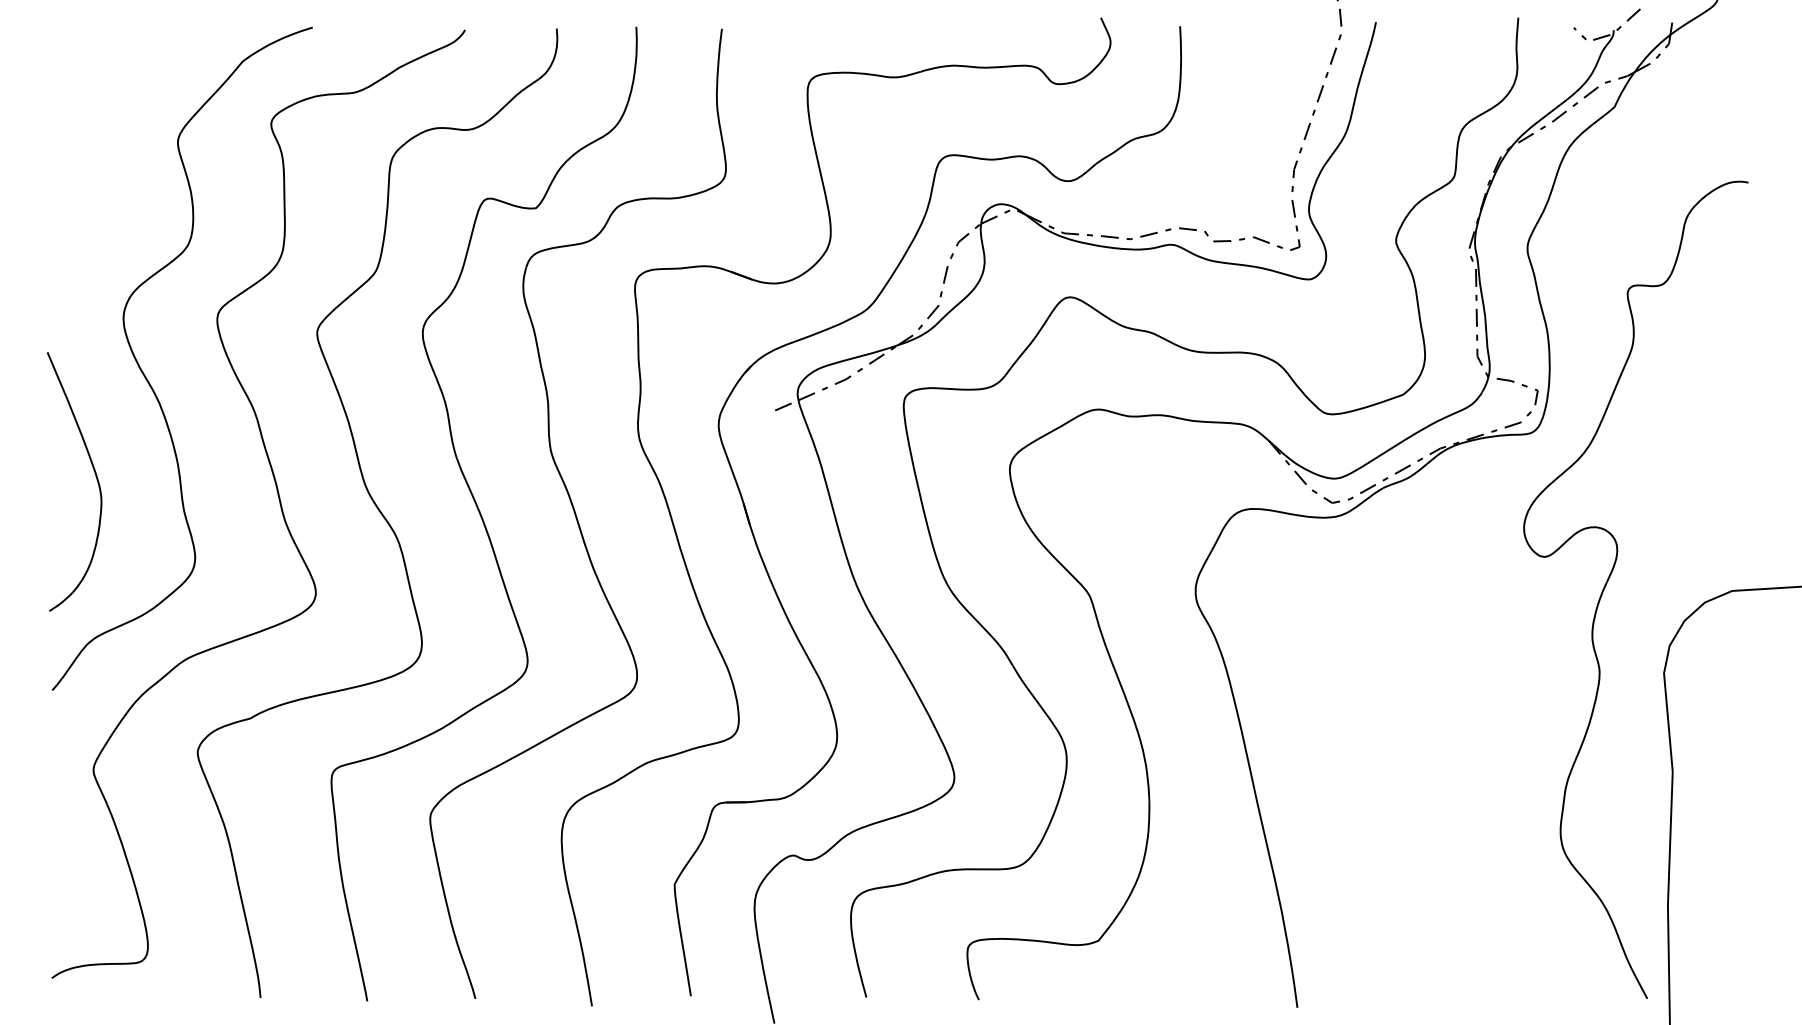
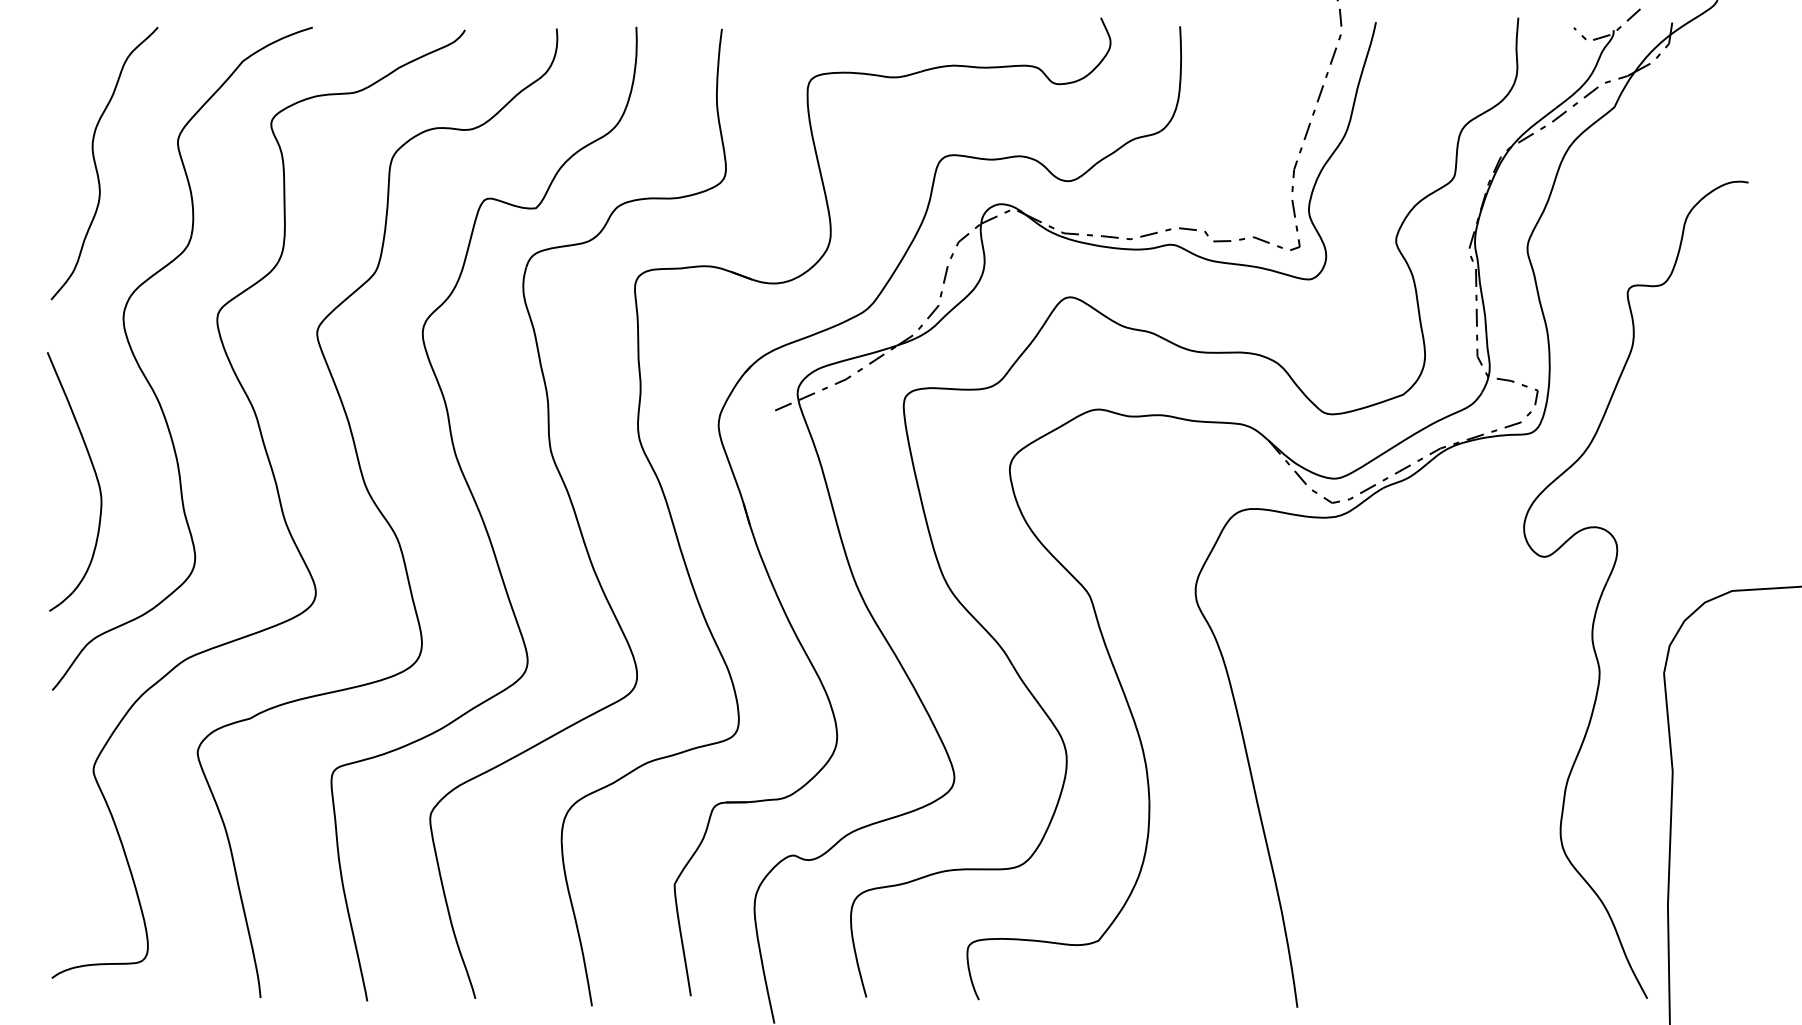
part at (96, 164): none -> present
